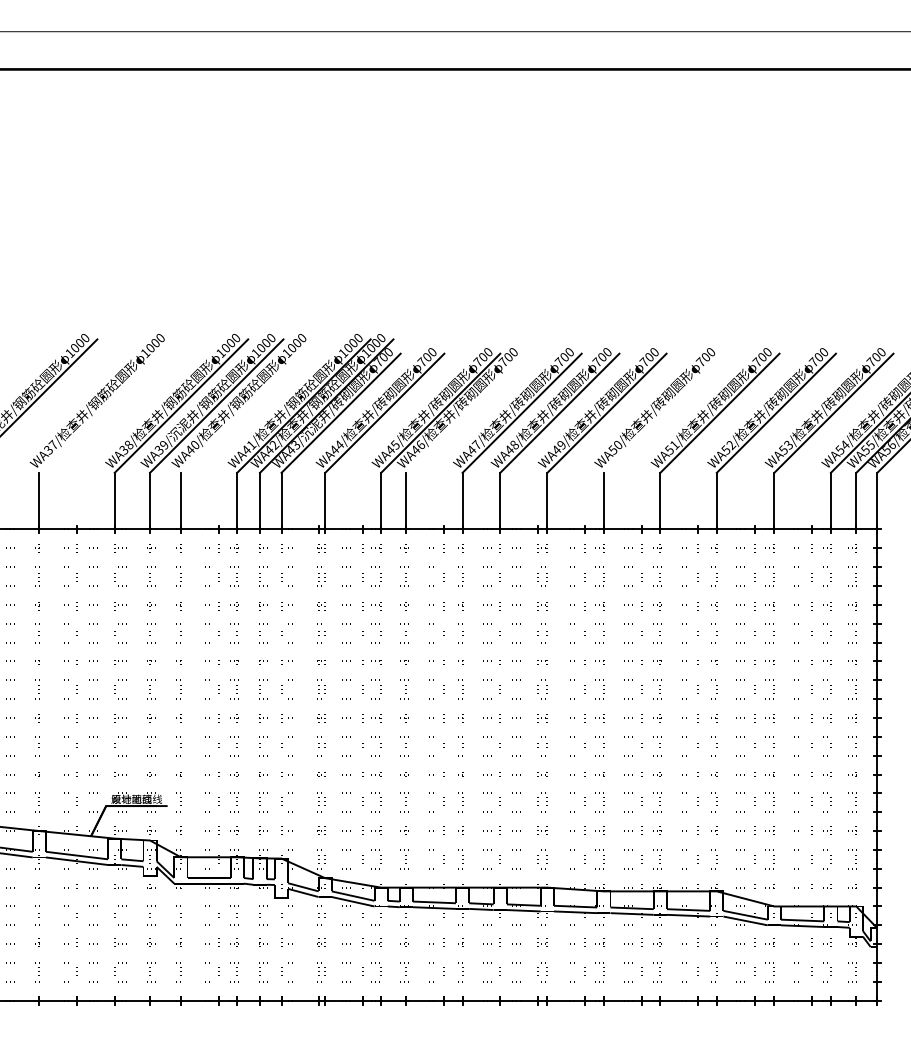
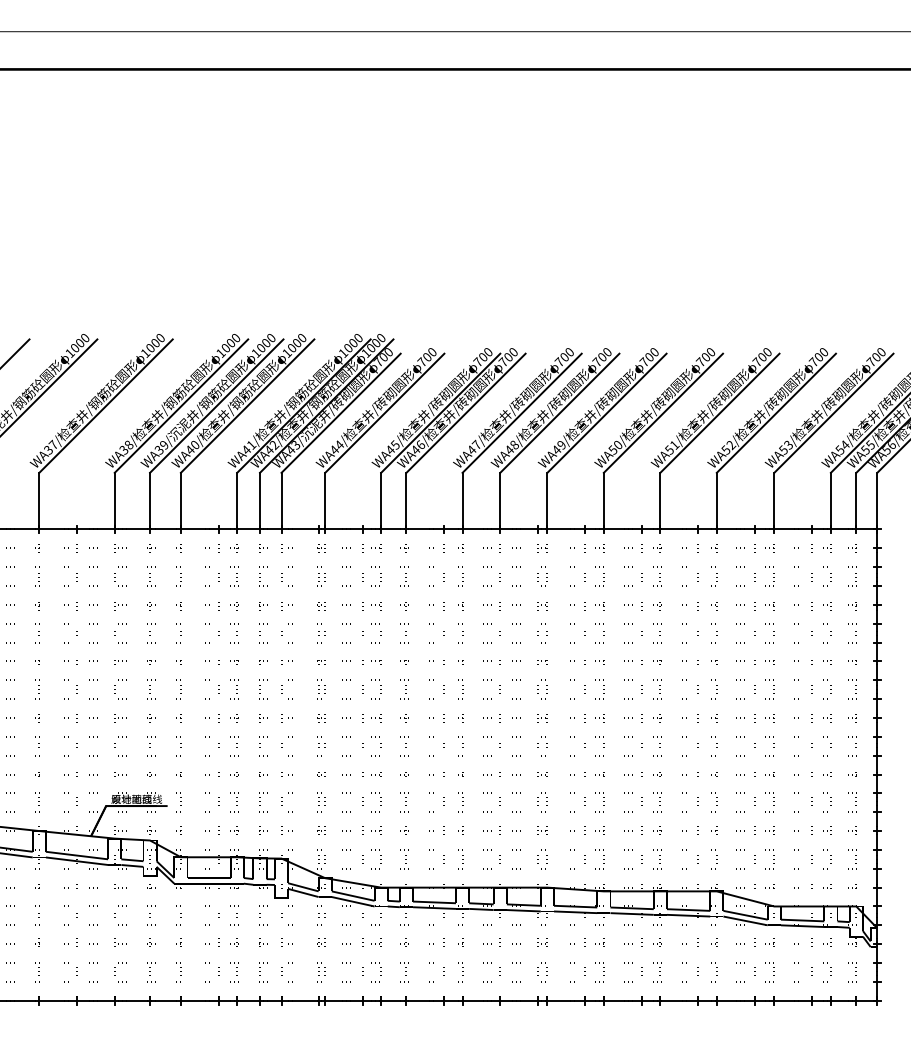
line at (15, 352): none -> present
line at (105, 405): none -> present
line at (247, 405): none -> present
line at (465, 412): none -> present
line at (663, 412): none -> present
